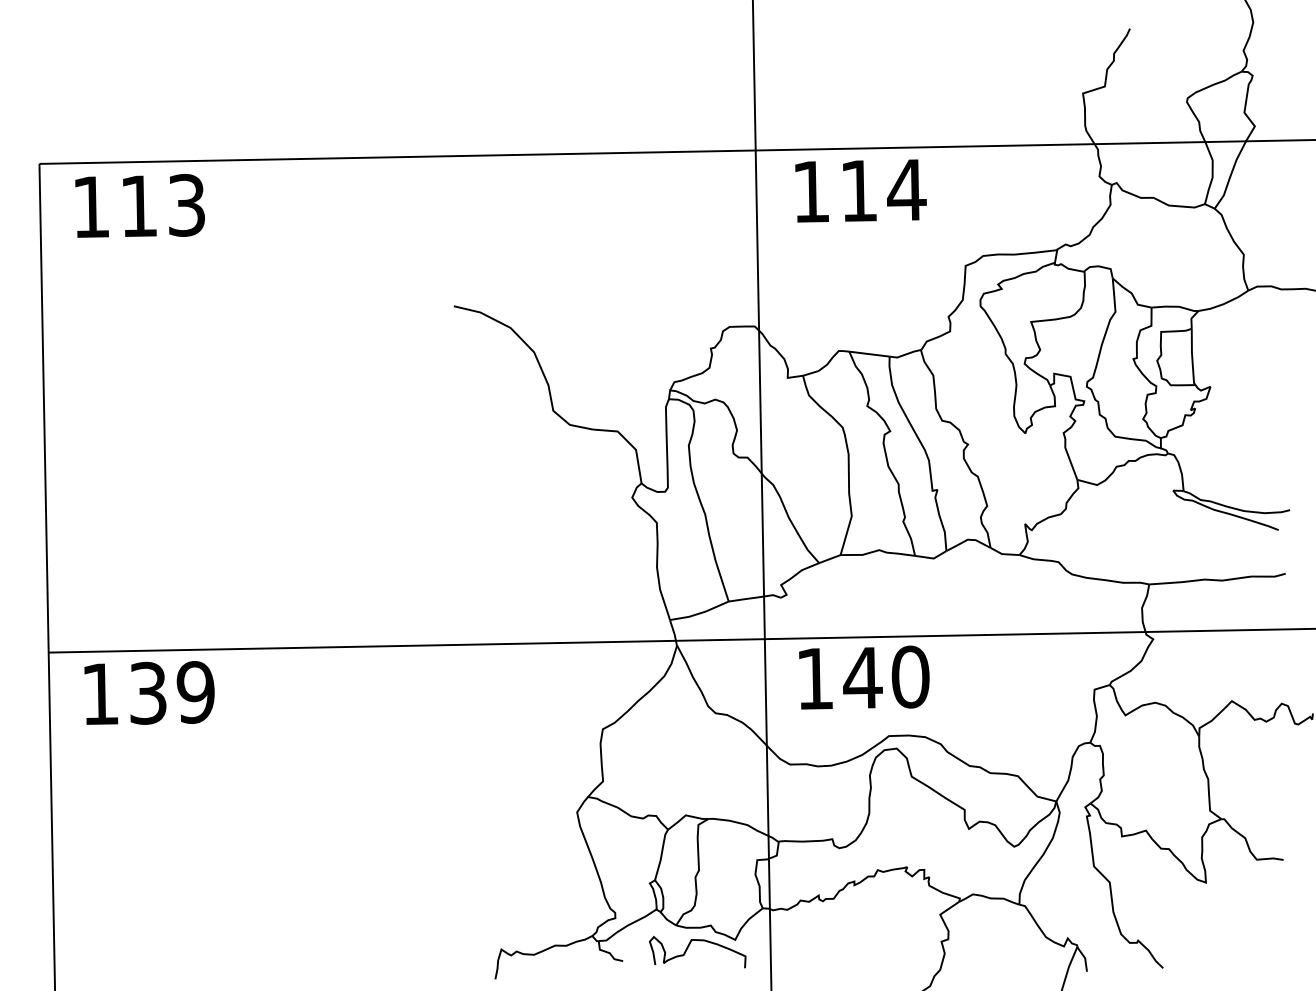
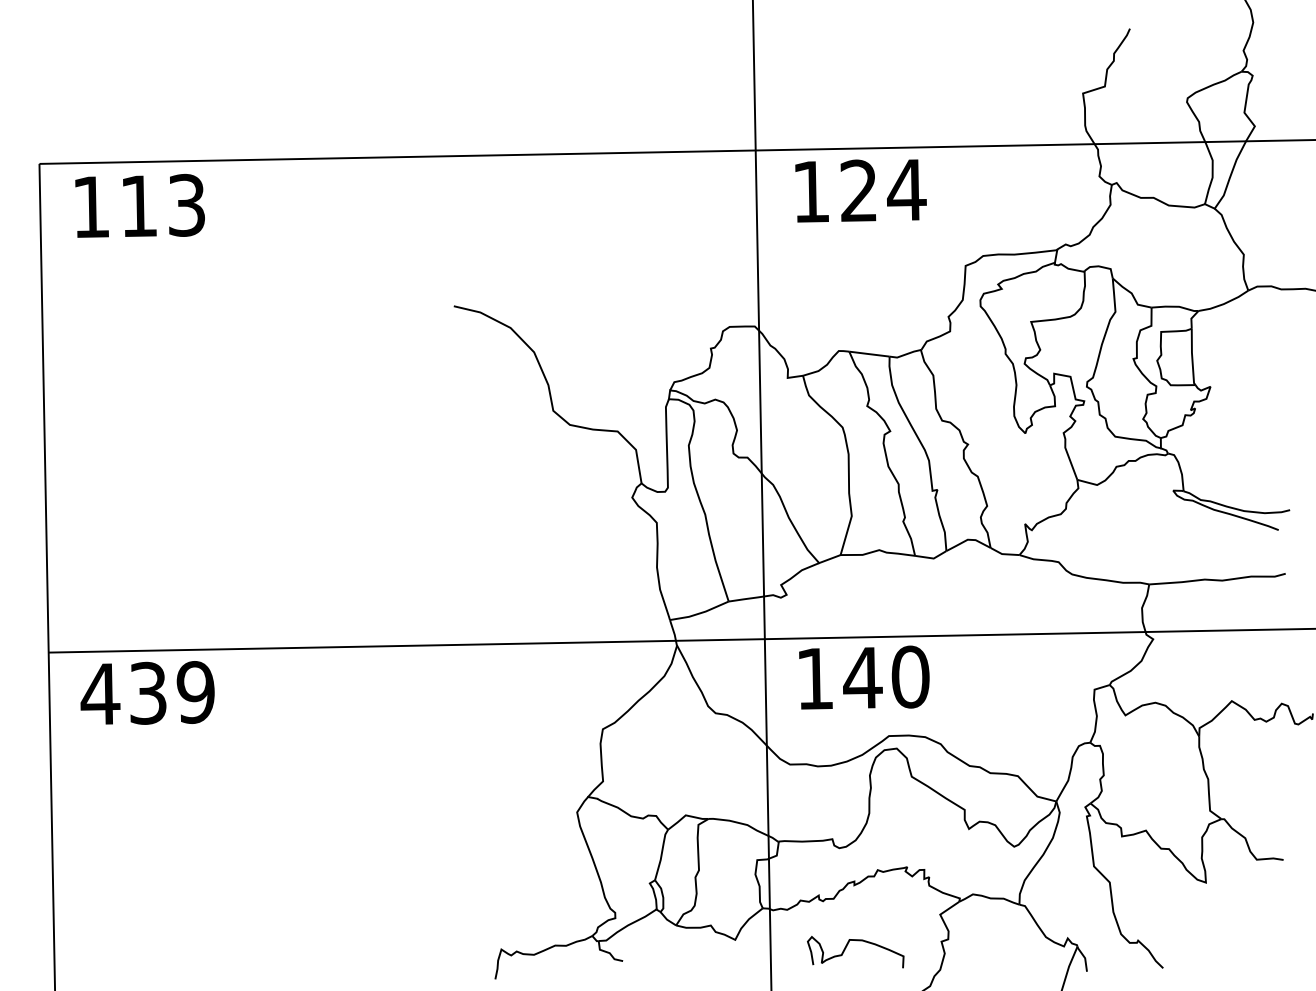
text at (858, 190): 114 -> 124
text at (100, 693): 139 -> 439
curve at (688, 948) position: (688, 948) -> (846, 948)
